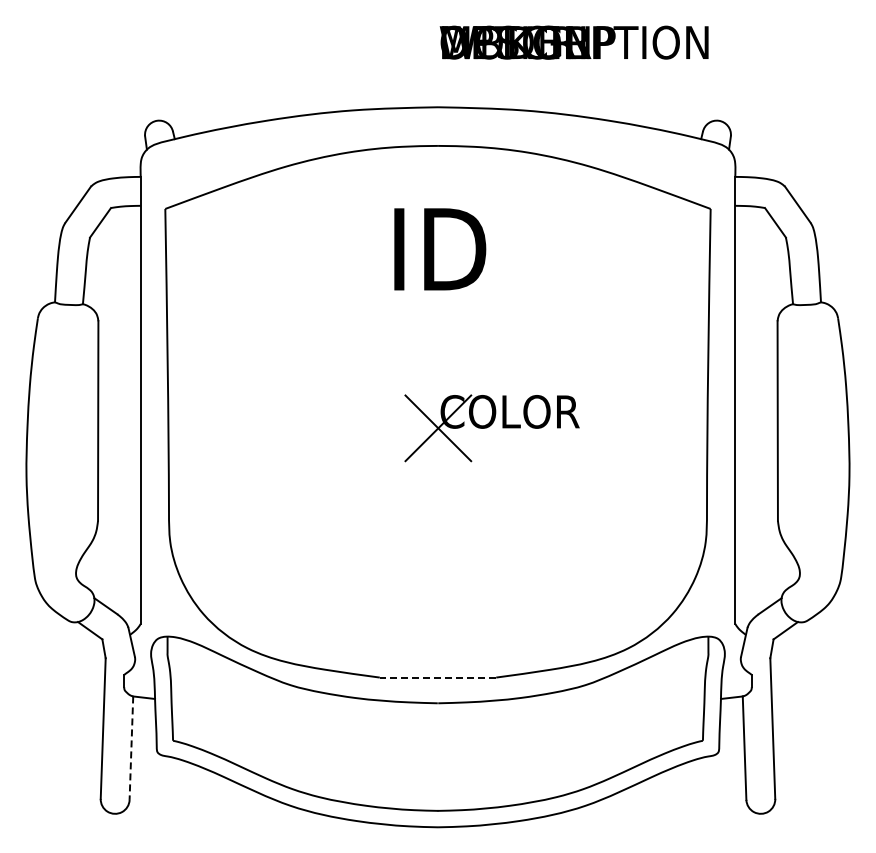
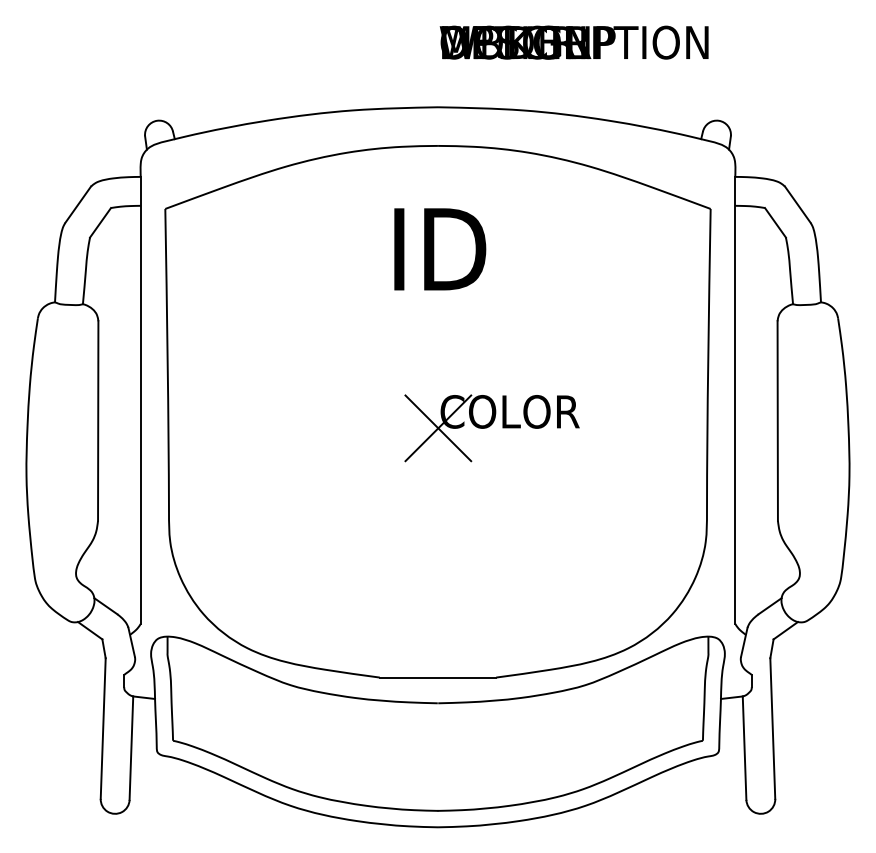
line at (437, 677): dashed -> solid
line at (131, 748): dashed -> solid
